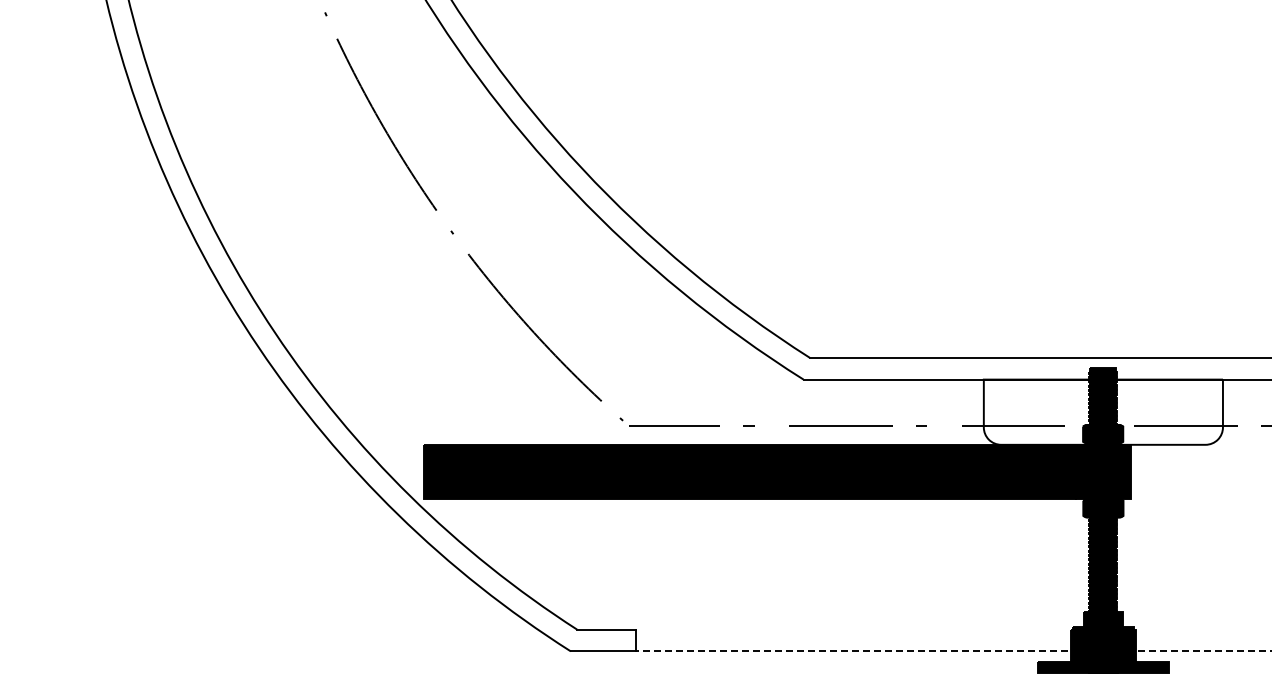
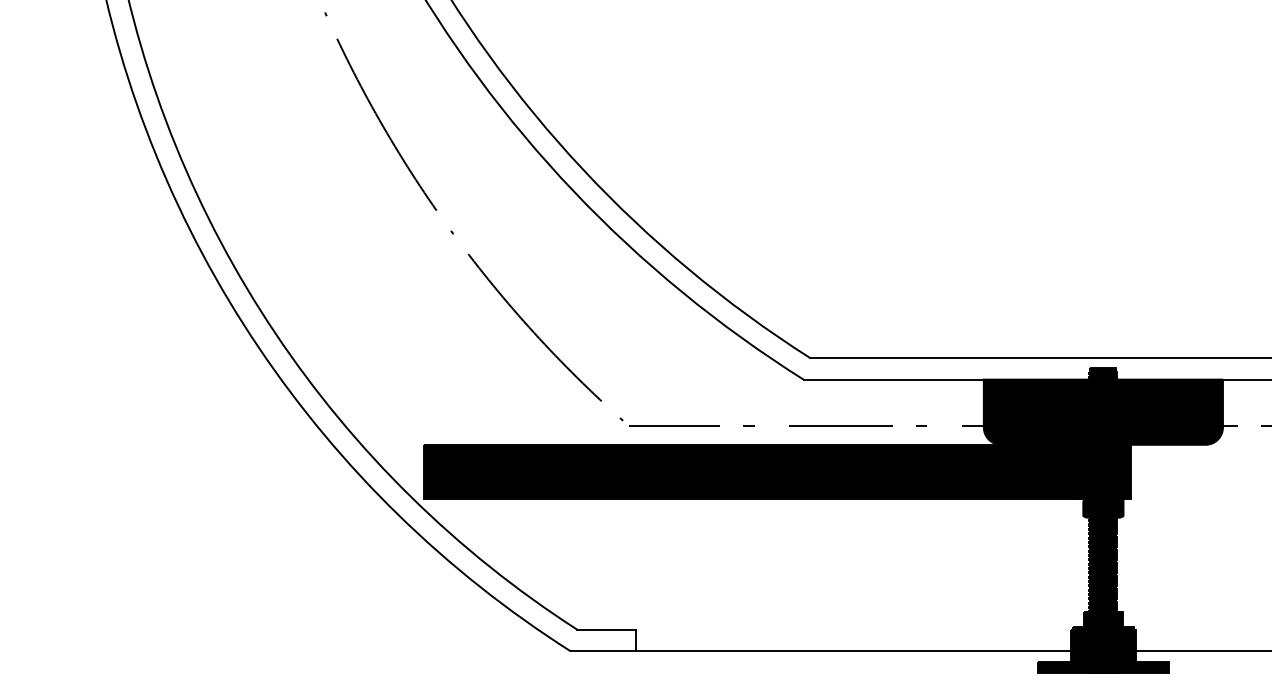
fill at (1102, 411): none -> present
line at (953, 651): dashed -> solid
